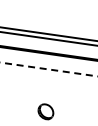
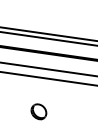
line at (49, 69): dashed -> solid
line at (48, 78): none -> present
part at (45, 111) position: (45, 111) -> (38, 111)
